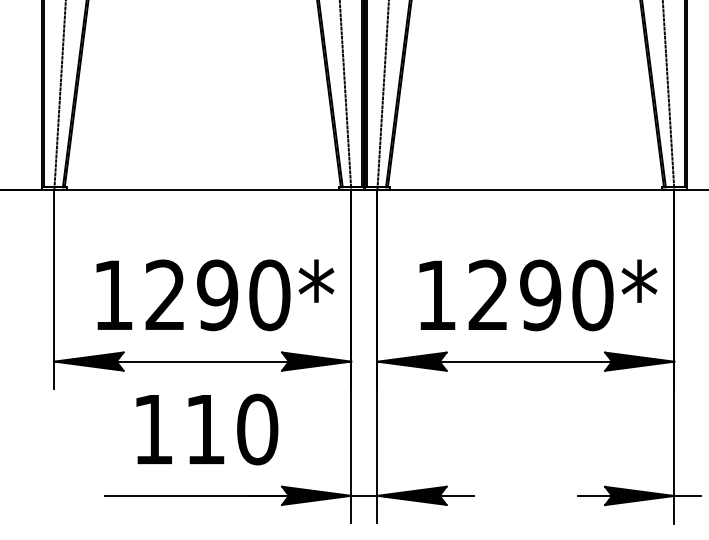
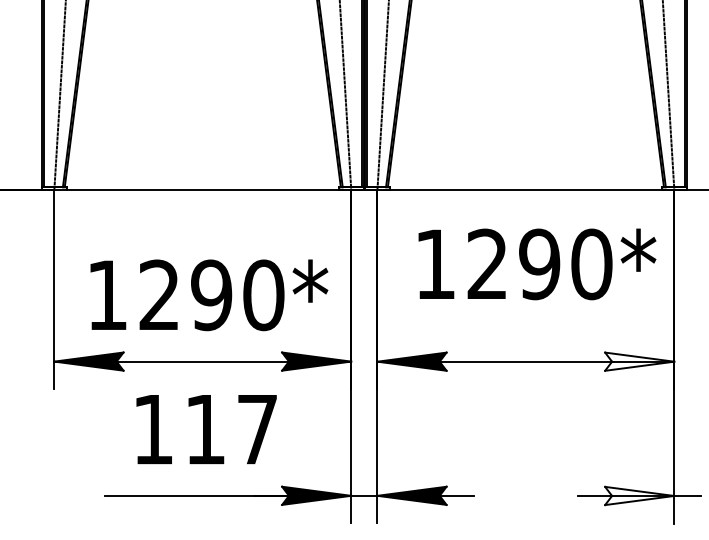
text at (215, 295) position: (215, 295) -> (209, 295)
text at (538, 295) position: (538, 295) -> (537, 264)
fill at (639, 361): present -> none
text at (257, 429): 110 -> 117
fill at (639, 495): present -> none
